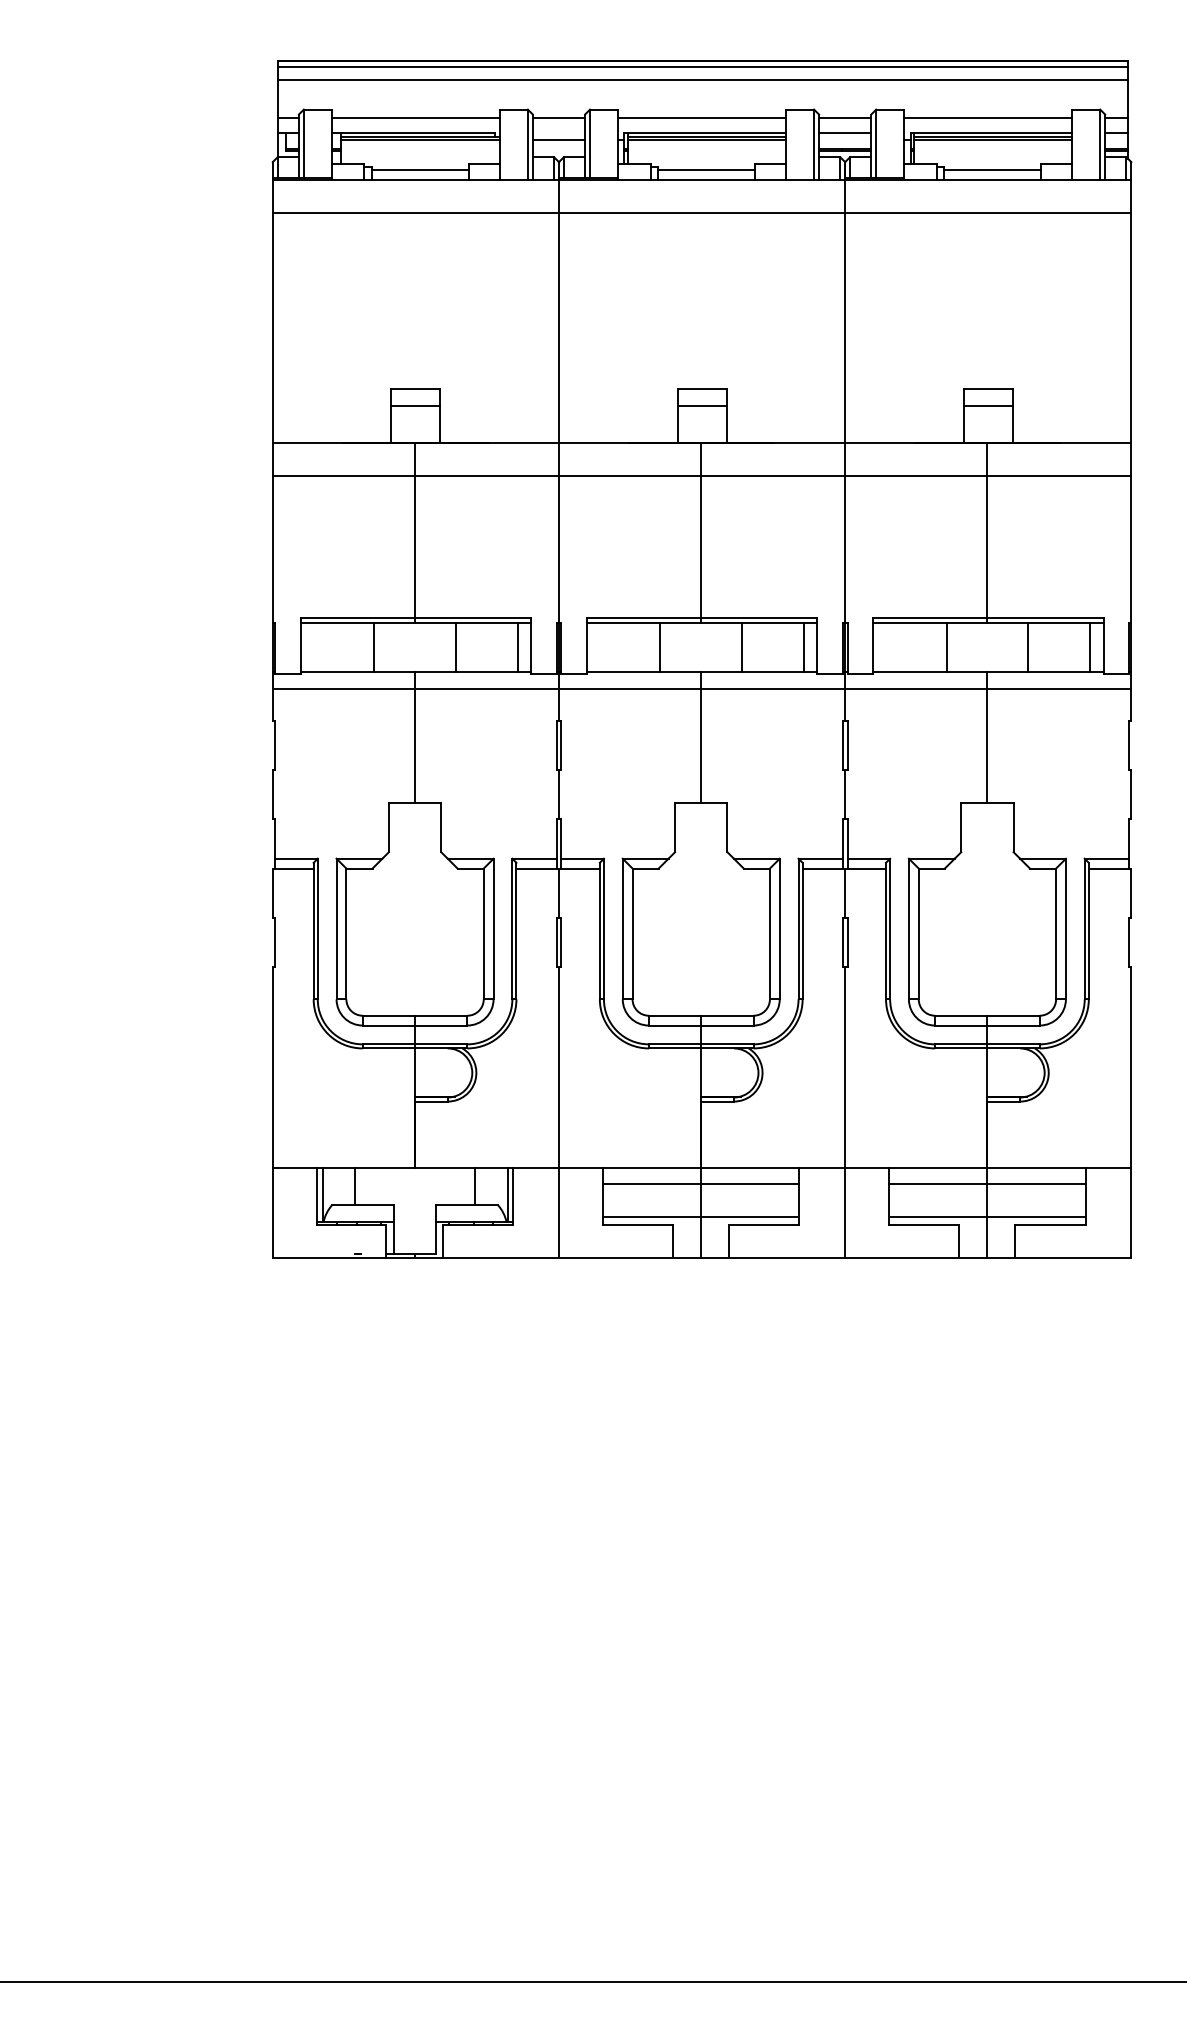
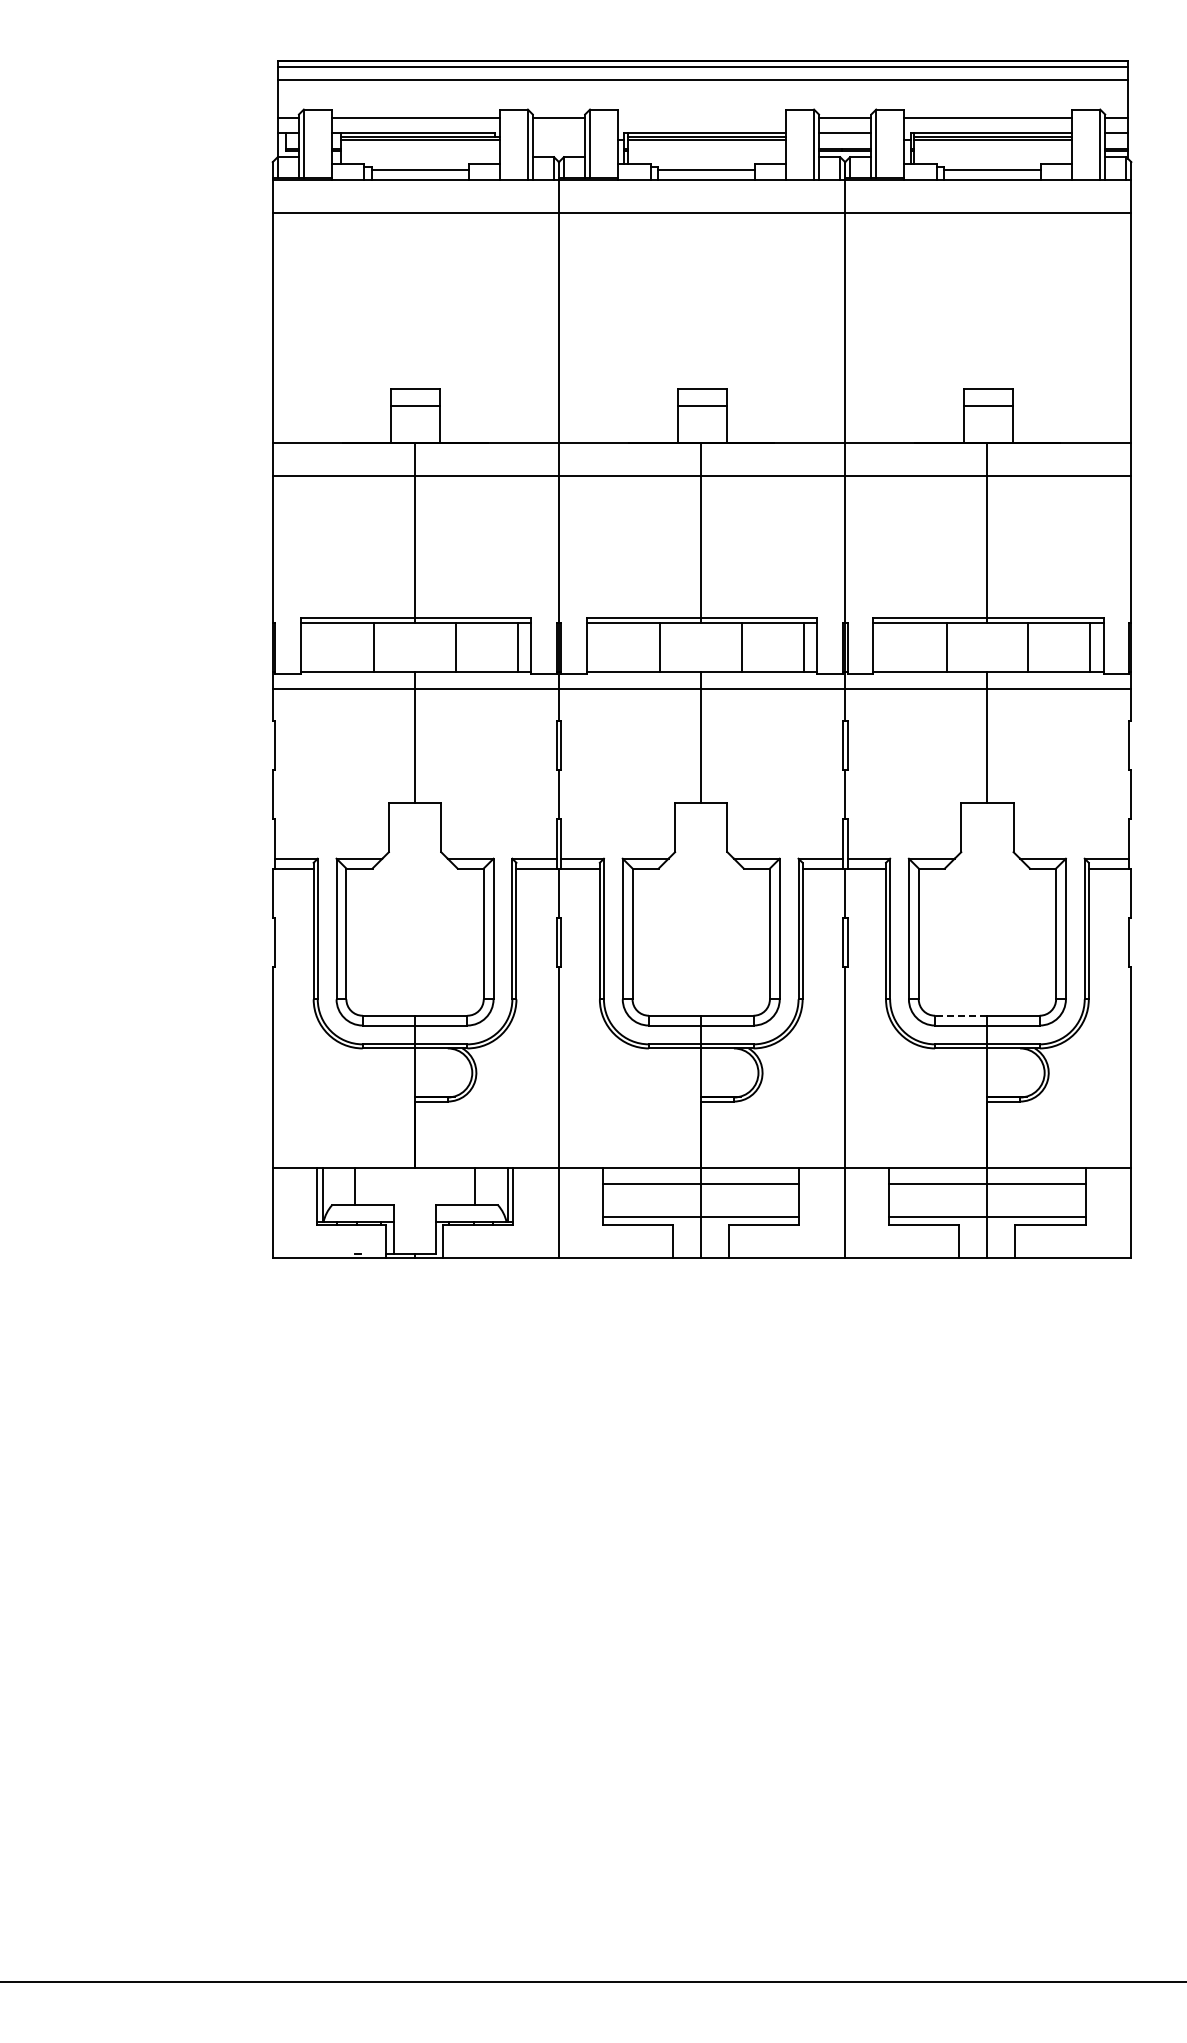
line at (701, 117): present -> none
line at (558, 139): present -> none
line at (960, 1015): solid -> dashed
